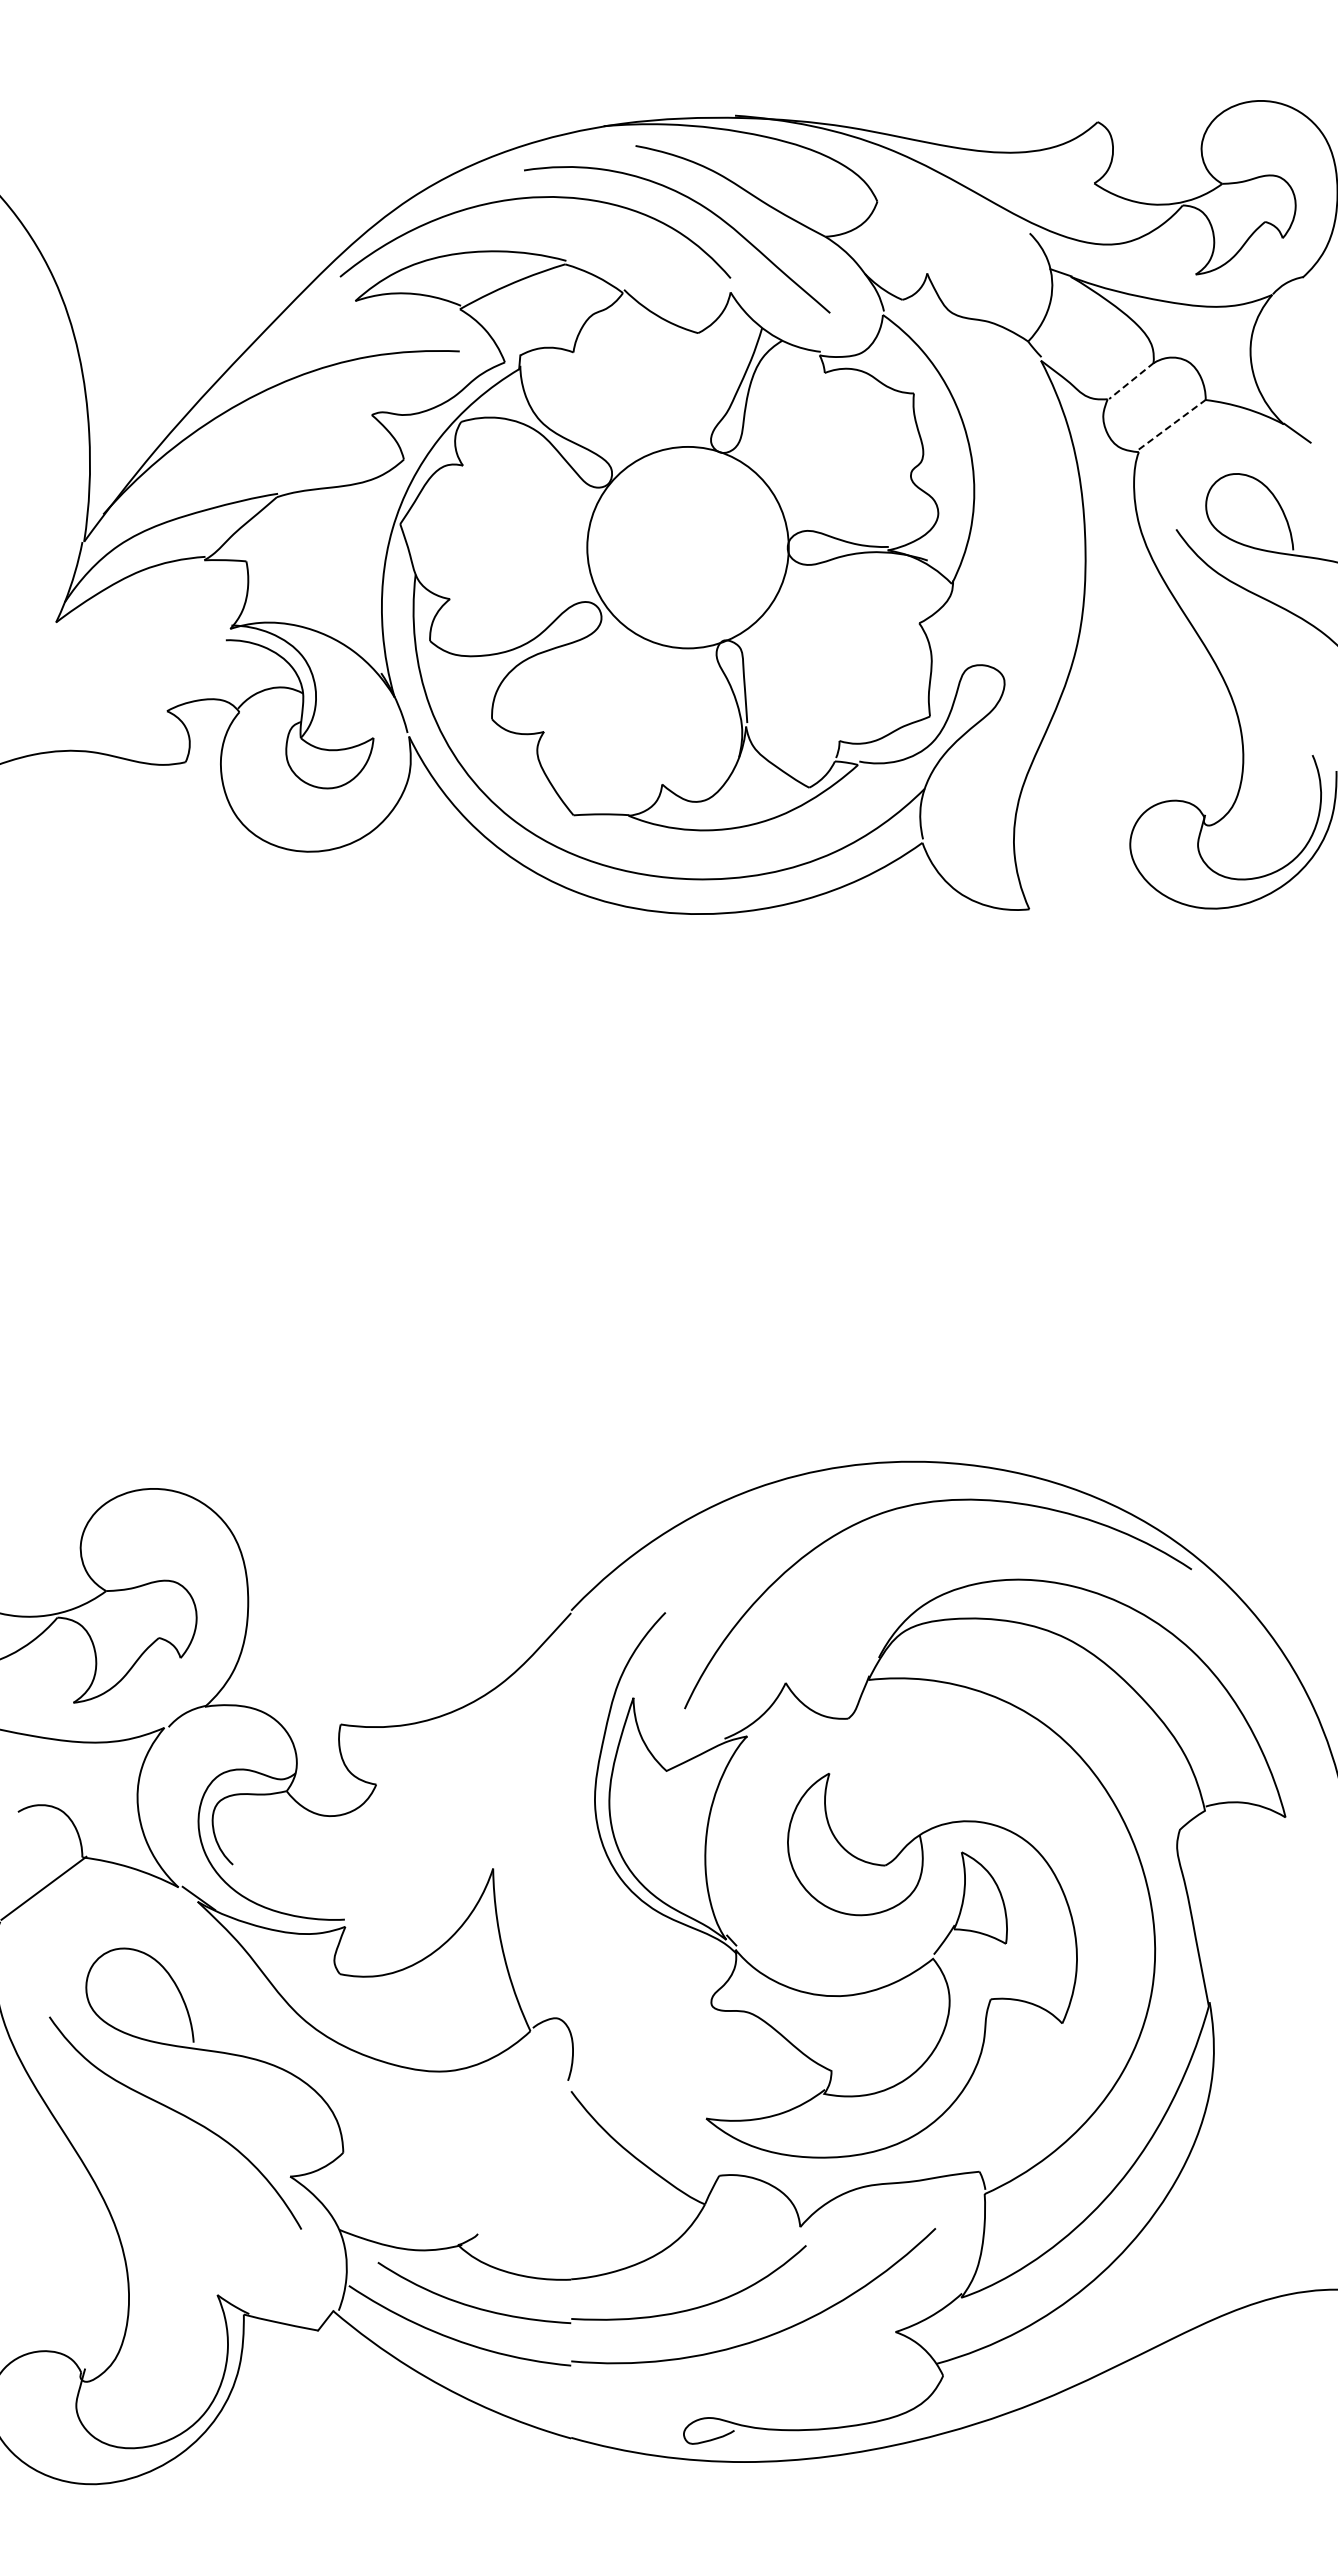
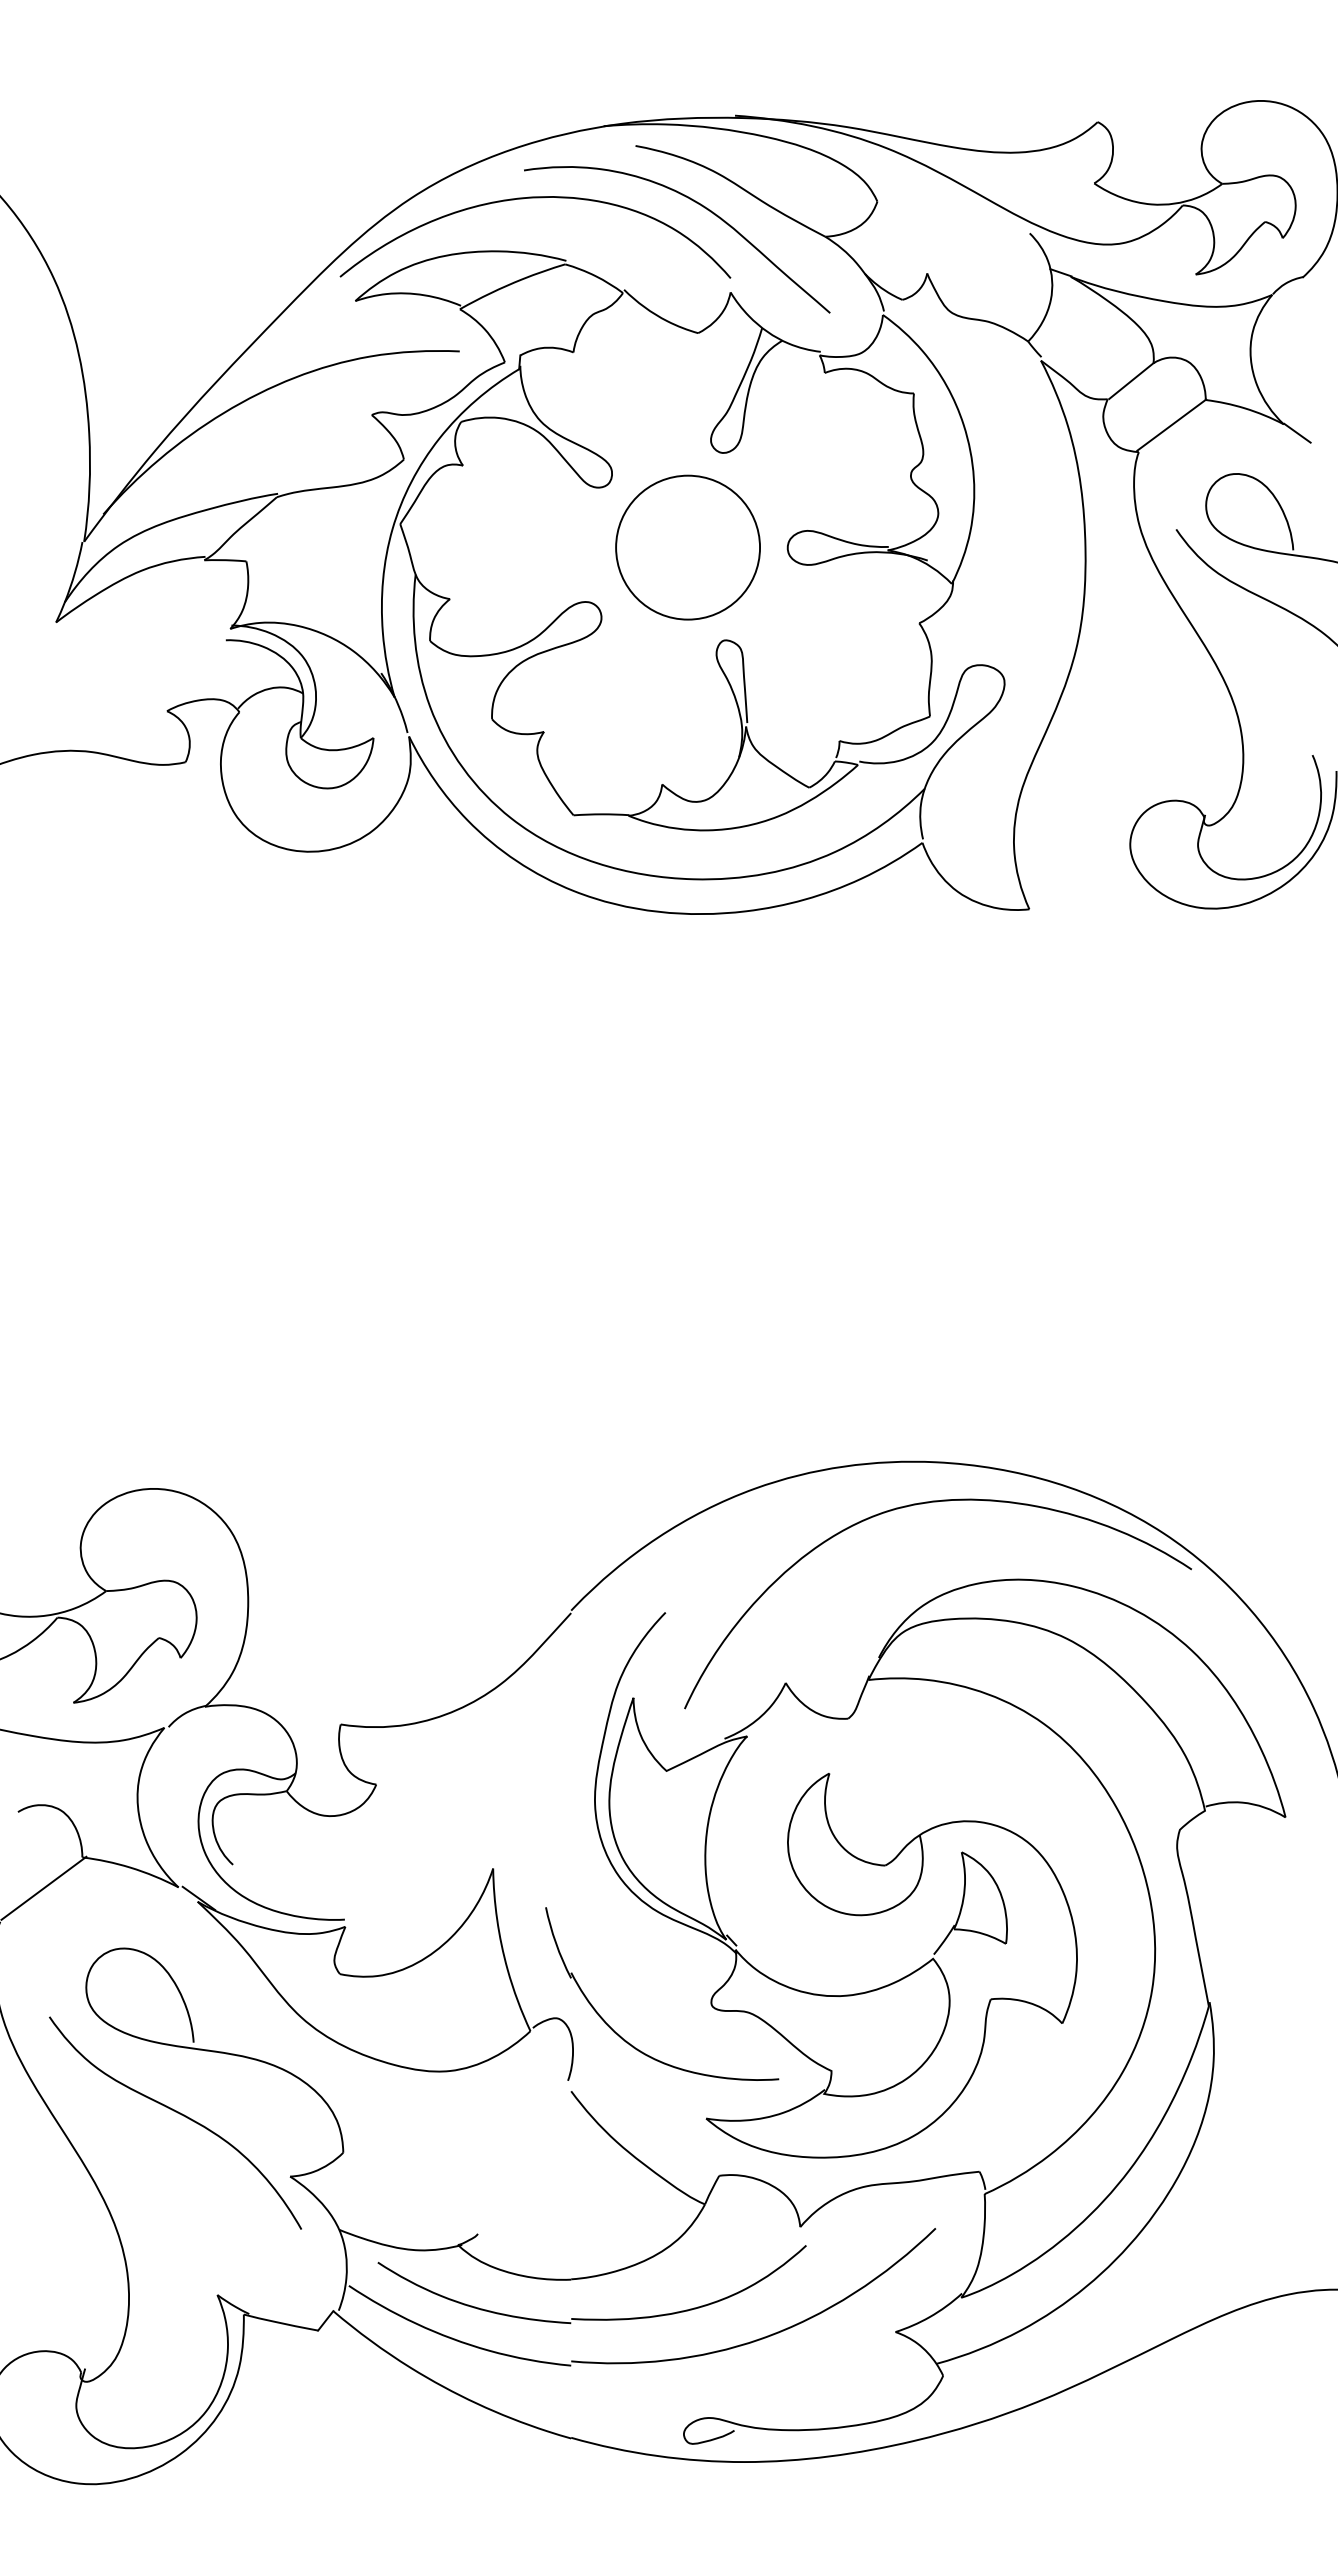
line at (1131, 380): dashed -> solid
line at (1171, 425): dashed -> solid
circle at (687, 547) diameter: 201 px -> 144 px
part at (625, 2039): none -> present
